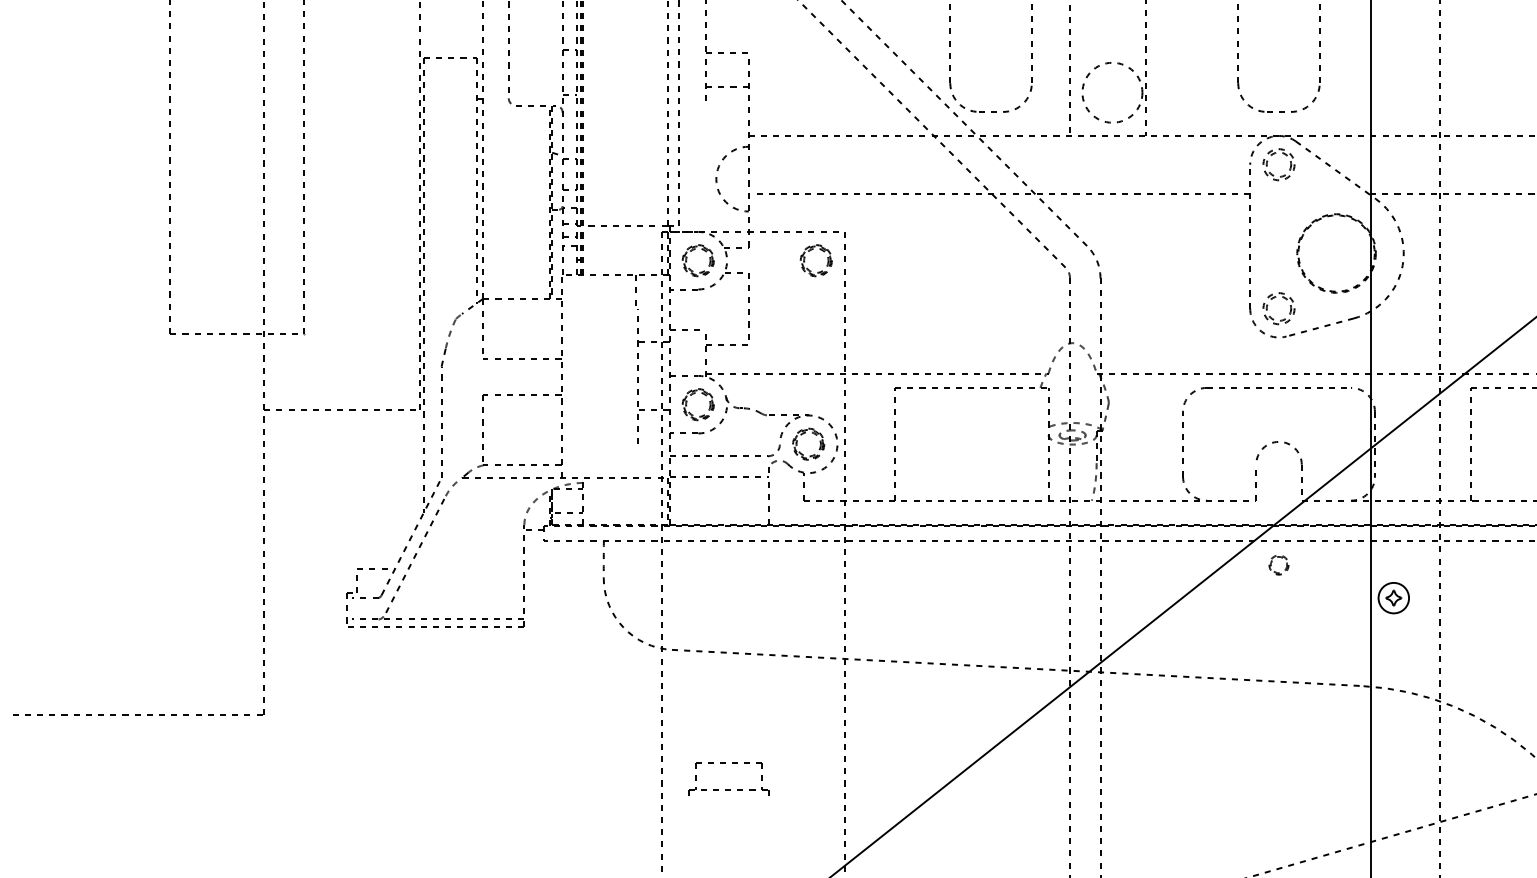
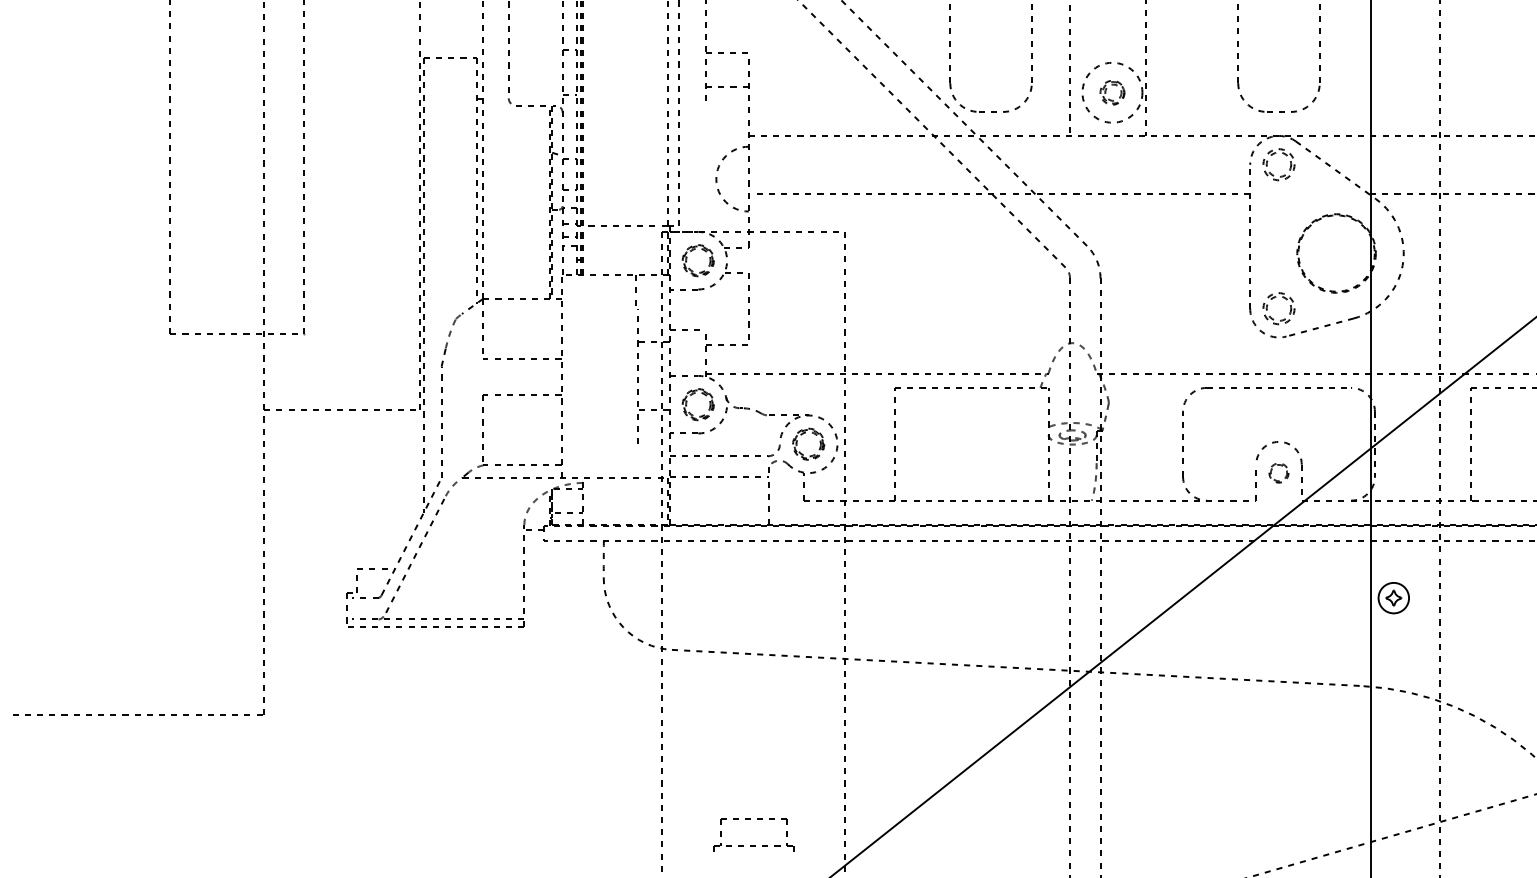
part at (1112, 92): none -> present
part at (805, 259): present -> none
part at (1276, 571) position: (1276, 571) -> (1276, 479)
part at (728, 789) position: (728, 789) -> (753, 845)
